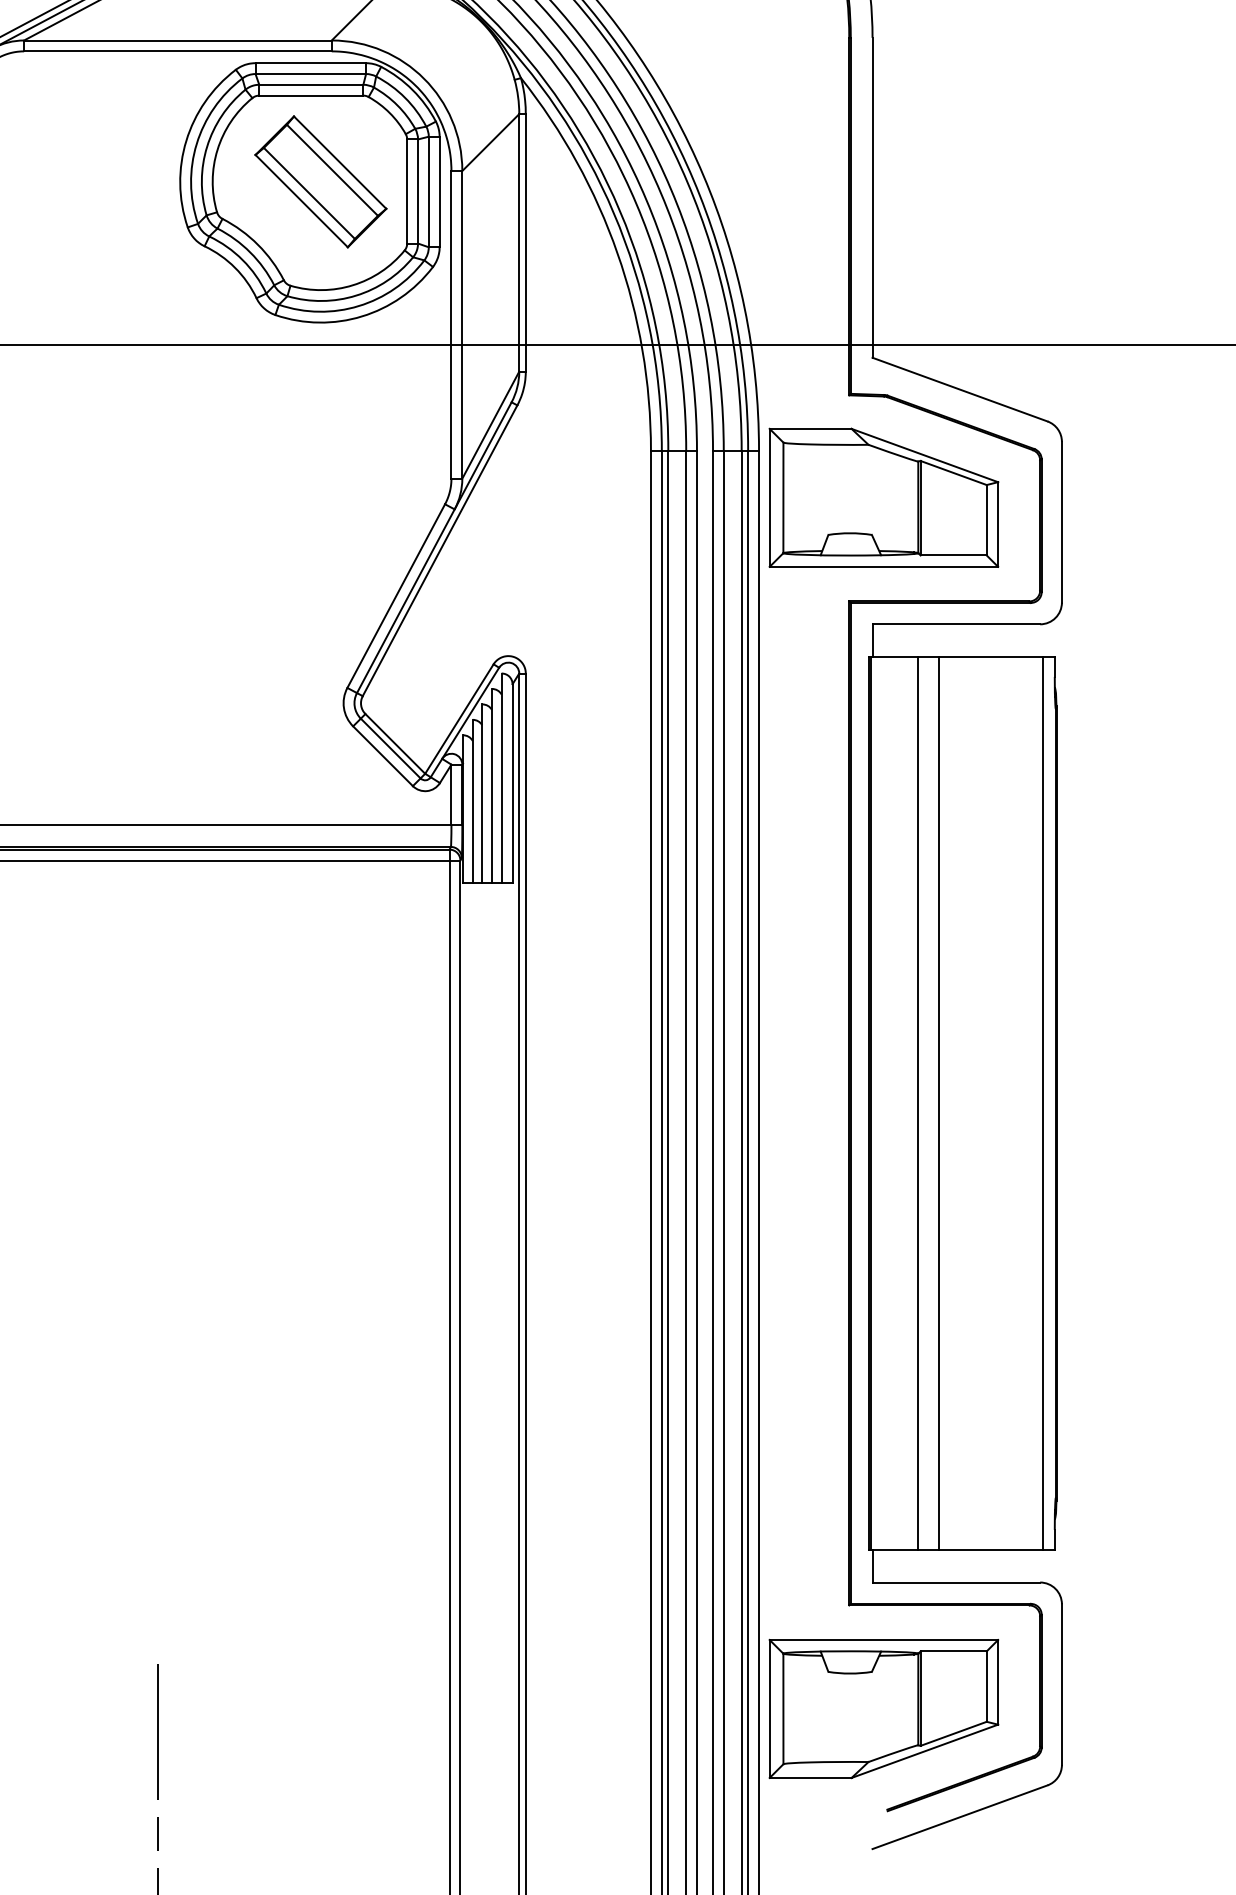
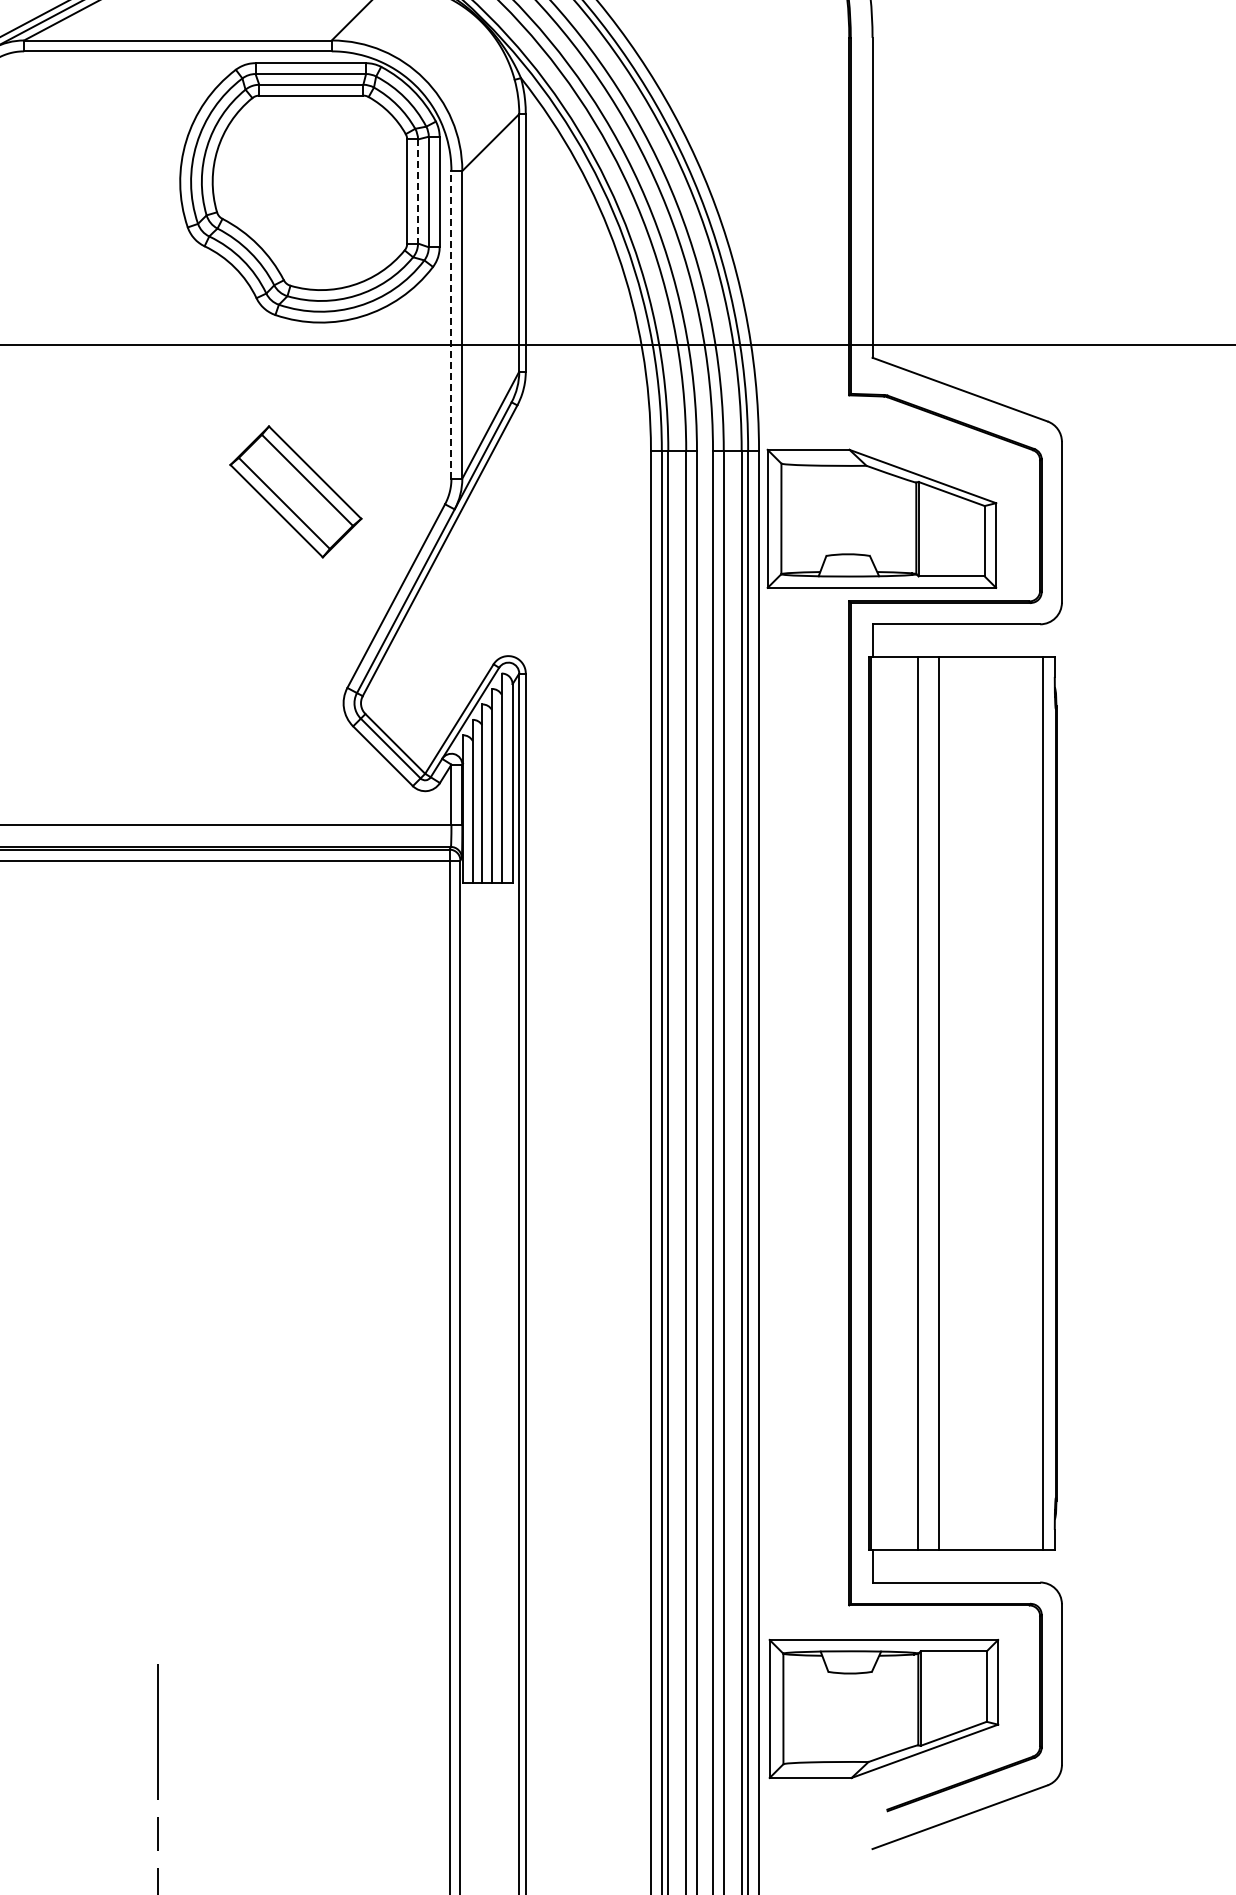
part at (320, 181) position: (320, 181) -> (295, 491)
line at (418, 192): solid -> dashed
line at (451, 324): solid -> dashed
part at (883, 497) position: (883, 497) -> (881, 518)
